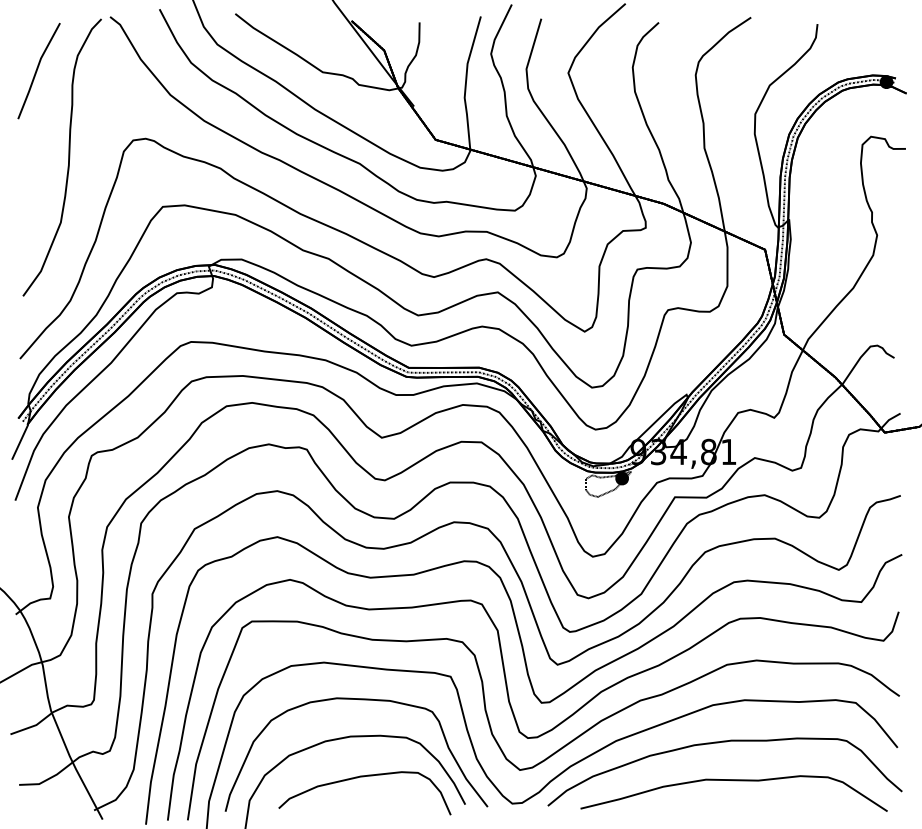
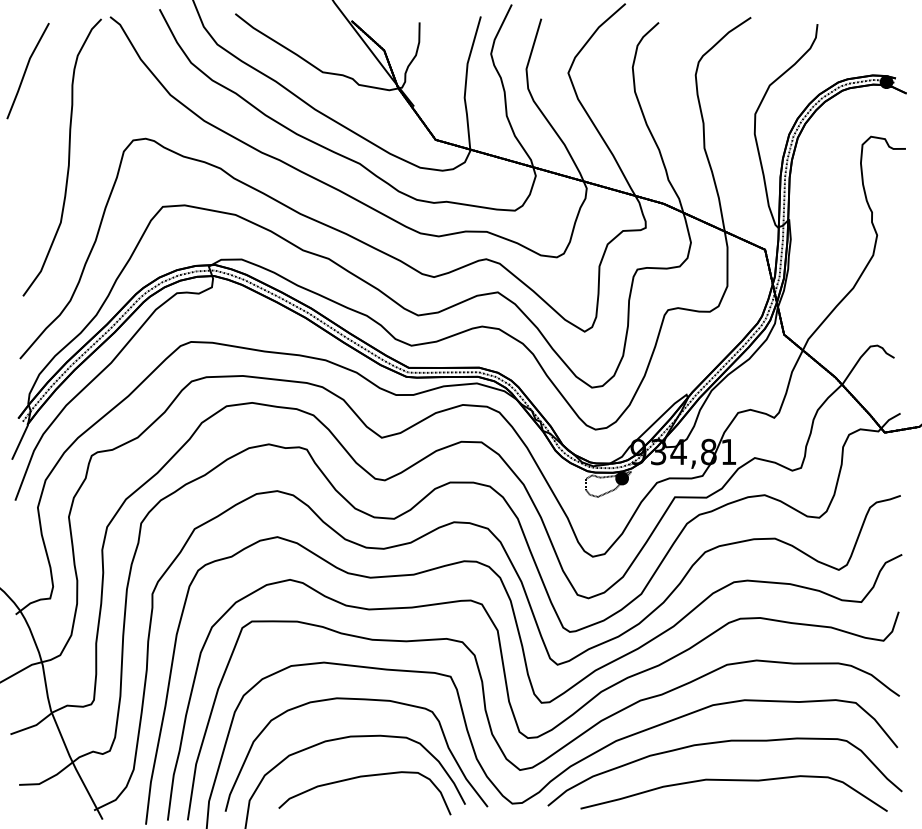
line at (37, 70) position: (37, 70) -> (26, 70)
